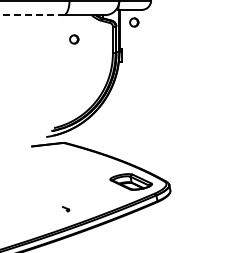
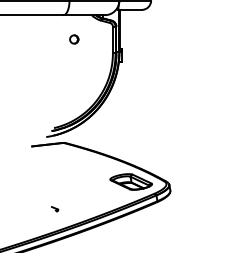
line at (32, 15): dashed -> solid
part at (134, 22): present -> none
part at (66, 209) position: (66, 209) -> (55, 209)
